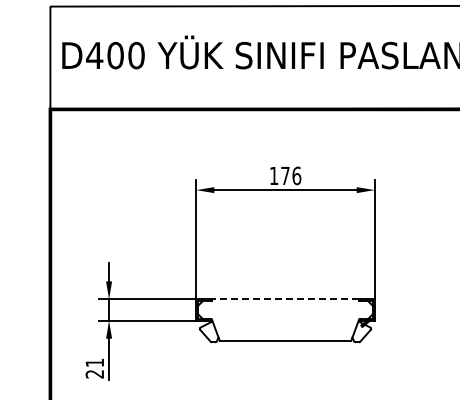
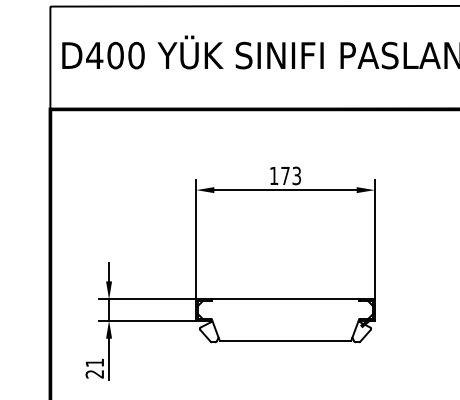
text at (296, 175): 176 -> 173
line at (285, 299): dashed -> solid
